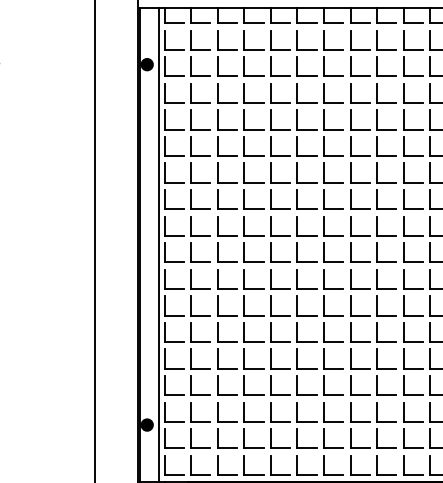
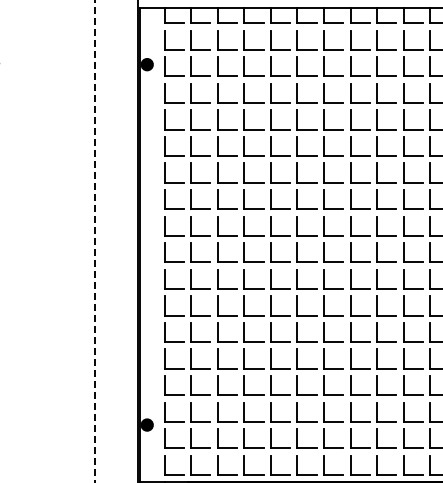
line at (94, 241): solid -> dashed
line at (159, 243): present -> none
